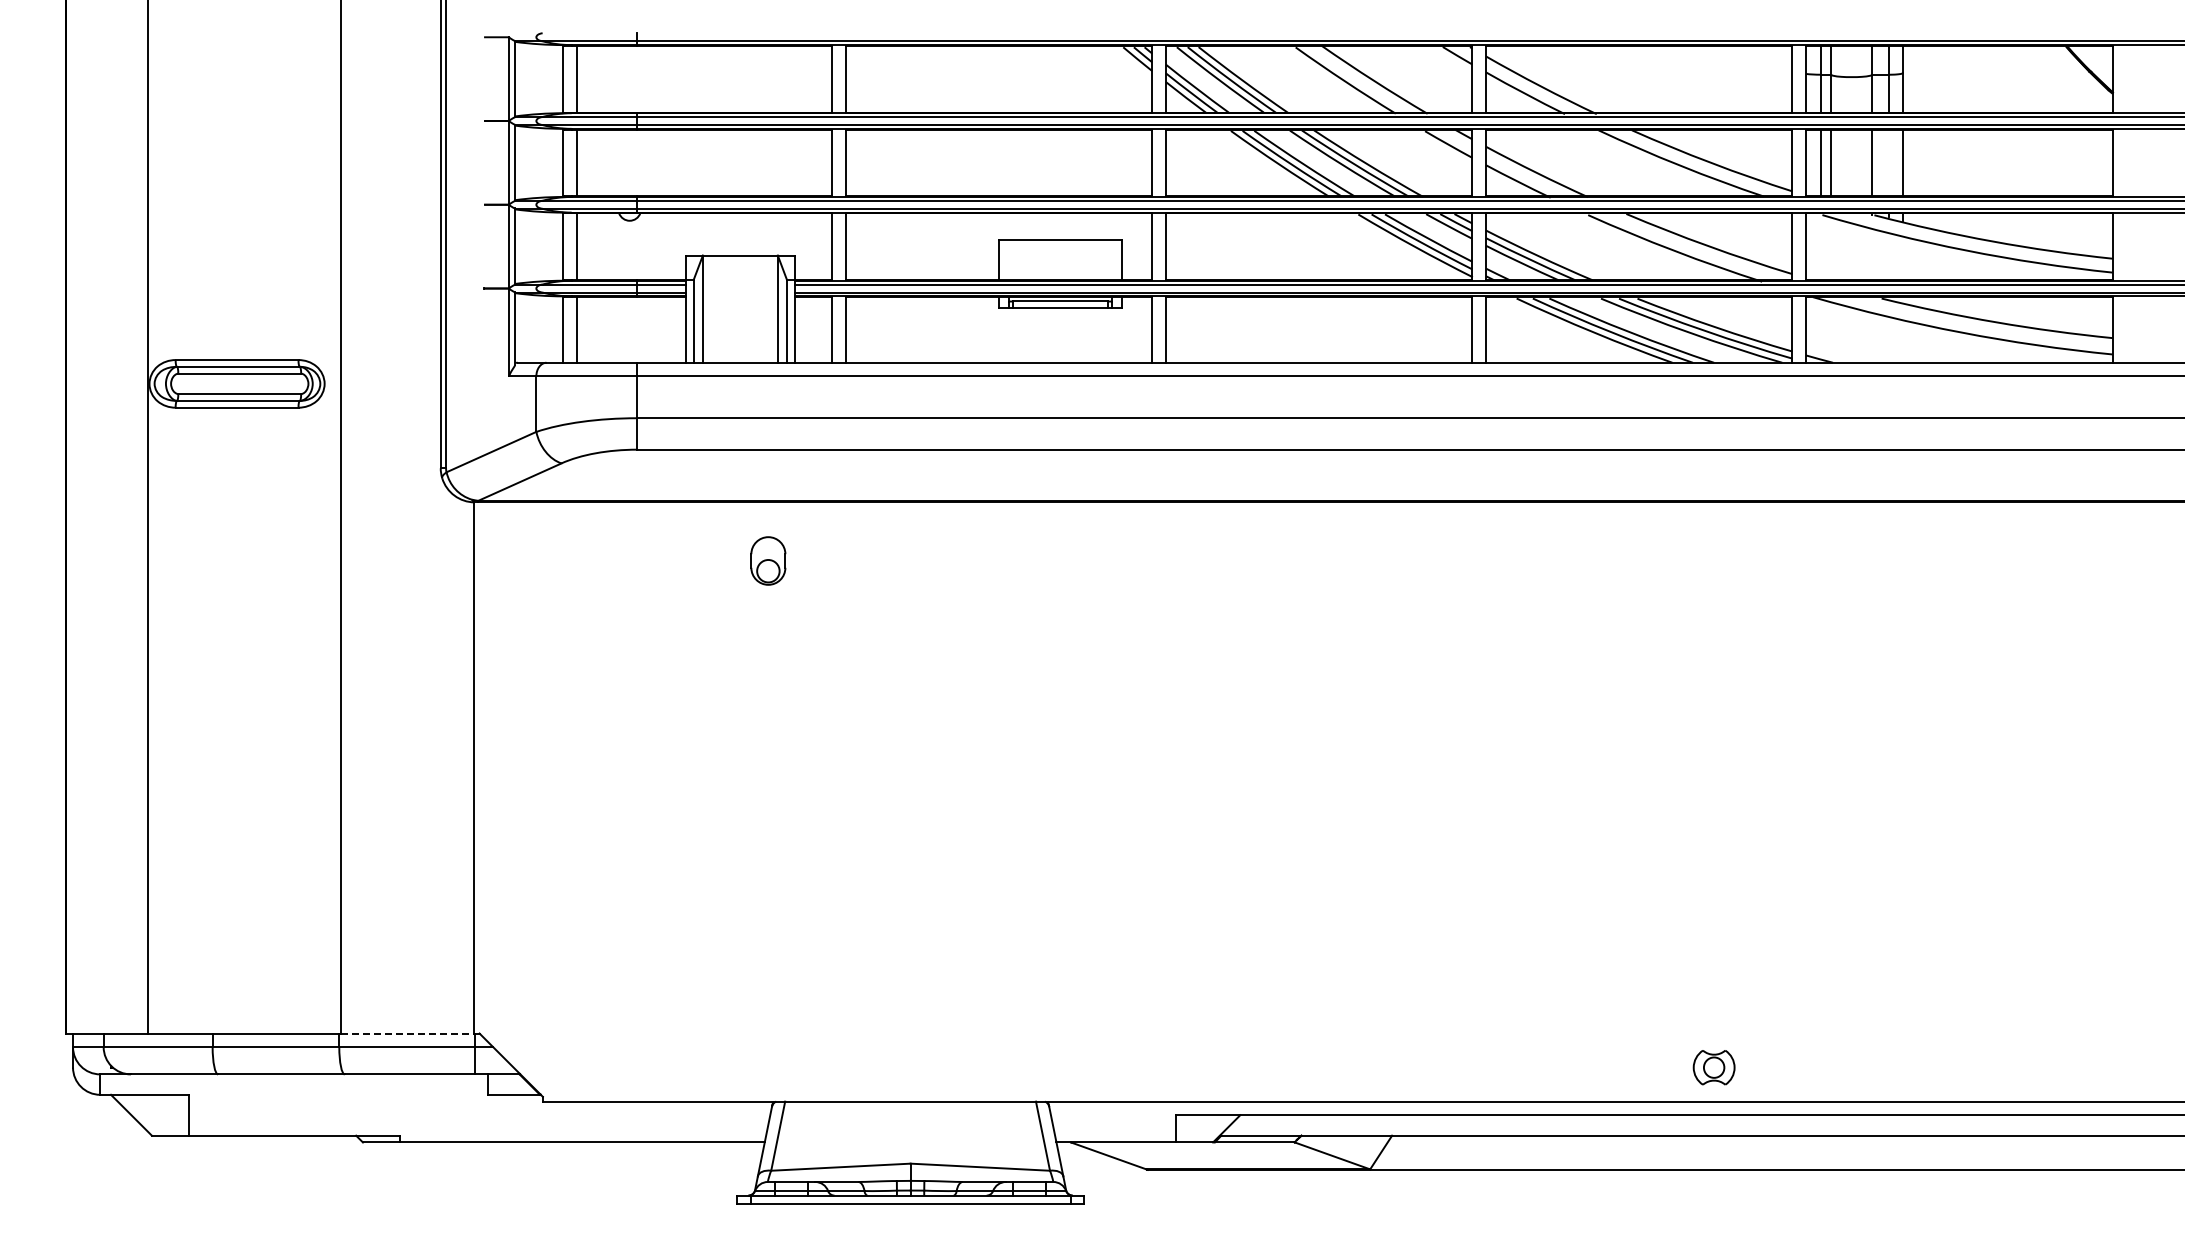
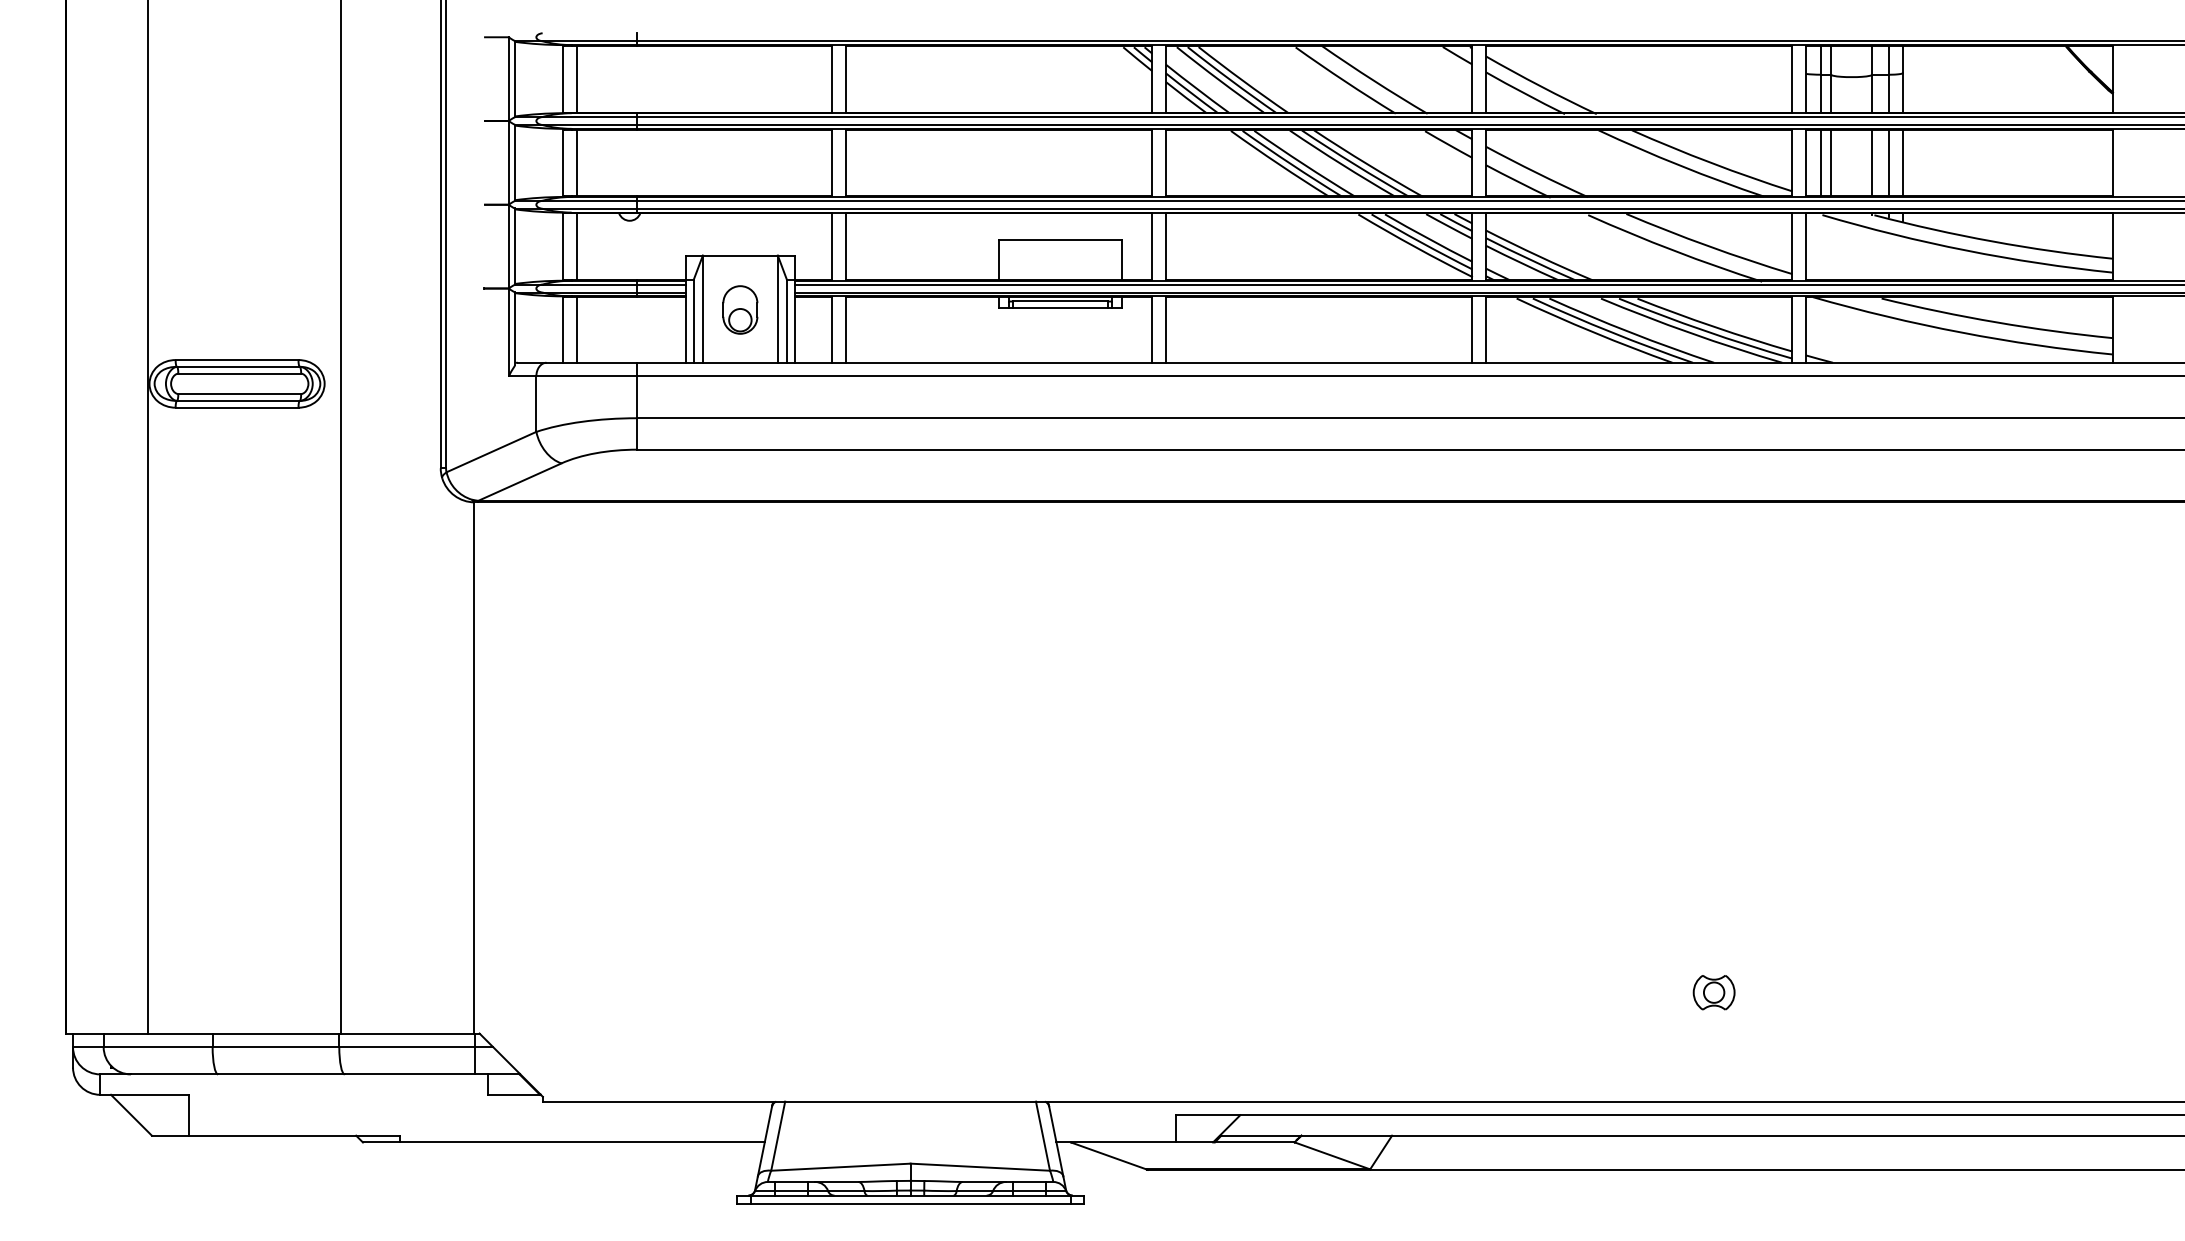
line at (1889, 162): none -> present
part at (768, 560) position: (768, 560) -> (740, 309)
line at (407, 1033): dashed -> solid
part at (1713, 1067) position: (1713, 1067) -> (1713, 992)
